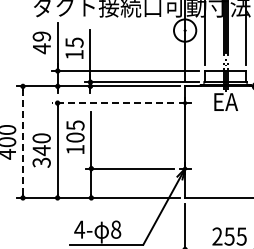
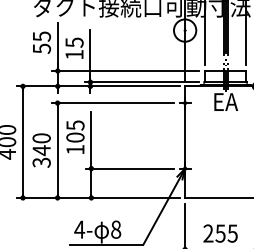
text at (41, 42): 49 -> 55
line at (113, 103): dashed -> solid
line at (22, 141): dashed -> solid
text at (229, 236) position: (229, 236) -> (220, 233)
